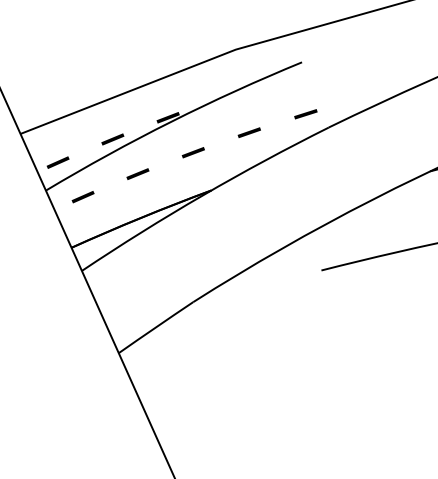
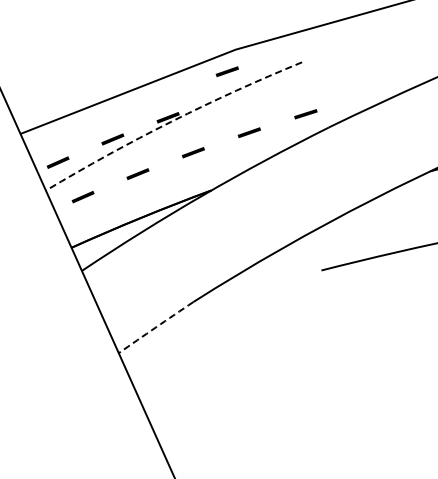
line at (226, 71): none -> present
arc at (171, 121): solid -> dashed
arc at (155, 327): solid -> dashed
